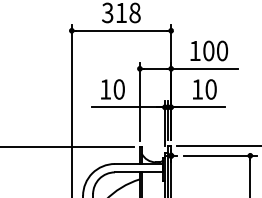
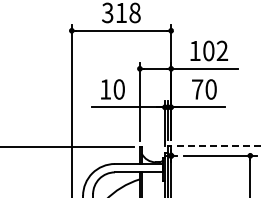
text at (222, 50): 100 -> 102
text at (197, 89): 10 -> 70
line at (219, 146): solid -> dashed
